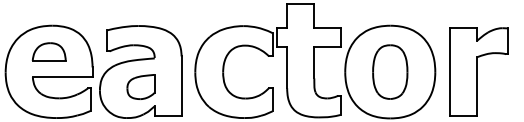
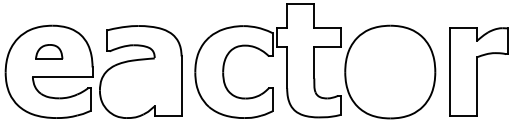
part at (48, 51) size: 36x20 px -> 29x16 px
part at (390, 71): present -> none
part at (140, 86): present -> none
